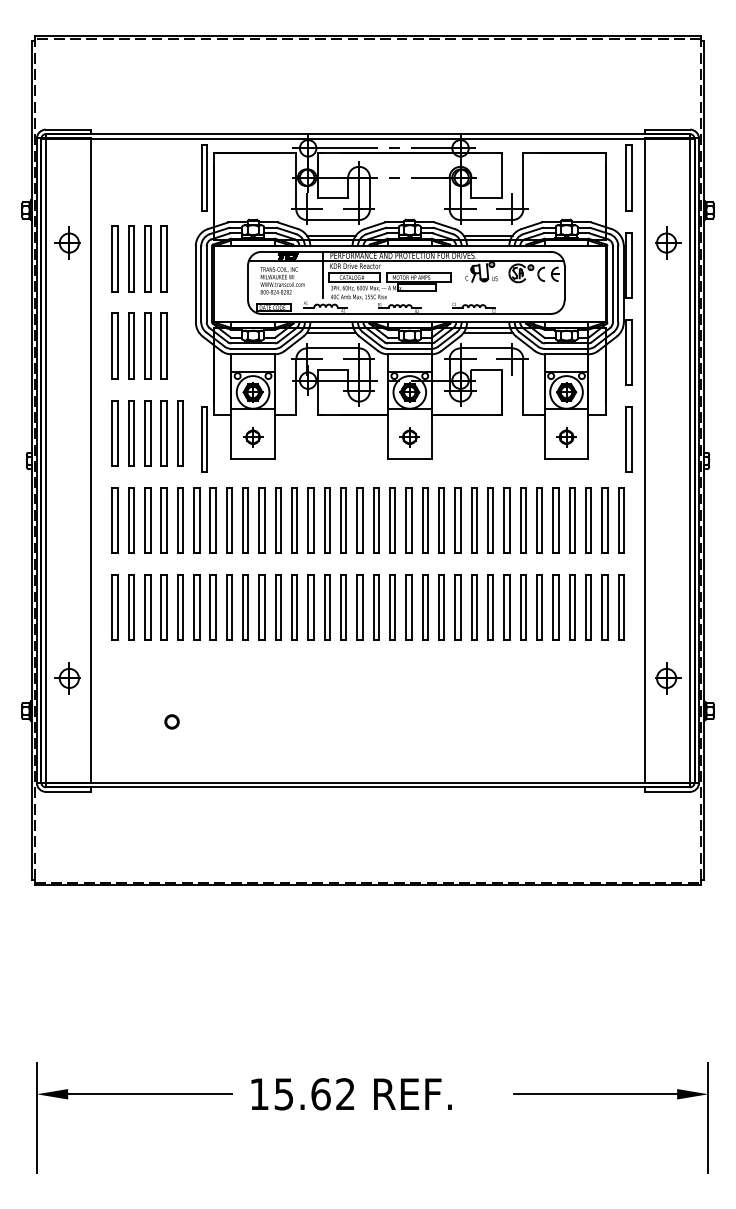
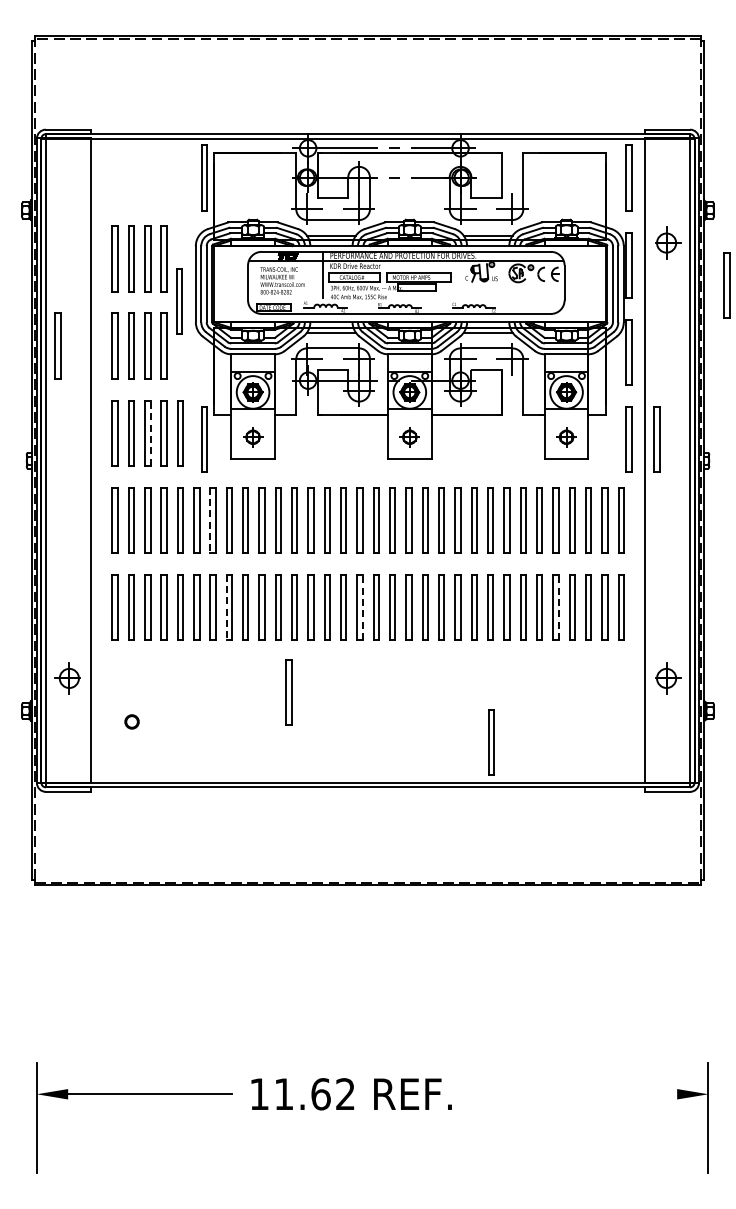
part at (67, 242): present -> none
part at (726, 285): none -> present
part at (179, 301): none -> present
part at (57, 345): none -> present
line at (150, 433): solid -> dashed
part at (656, 439): none -> present
line at (210, 520): solid -> dashed
line at (226, 607): solid -> dashed
line at (362, 607): solid -> dashed
line at (558, 607): solid -> dashed
part at (288, 692): none -> present
circle at (171, 721) position: (171, 721) -> (131, 721)
part at (491, 742): none -> present
text at (283, 1094): 15.62 -> 11.62
line at (595, 1094): present -> none
